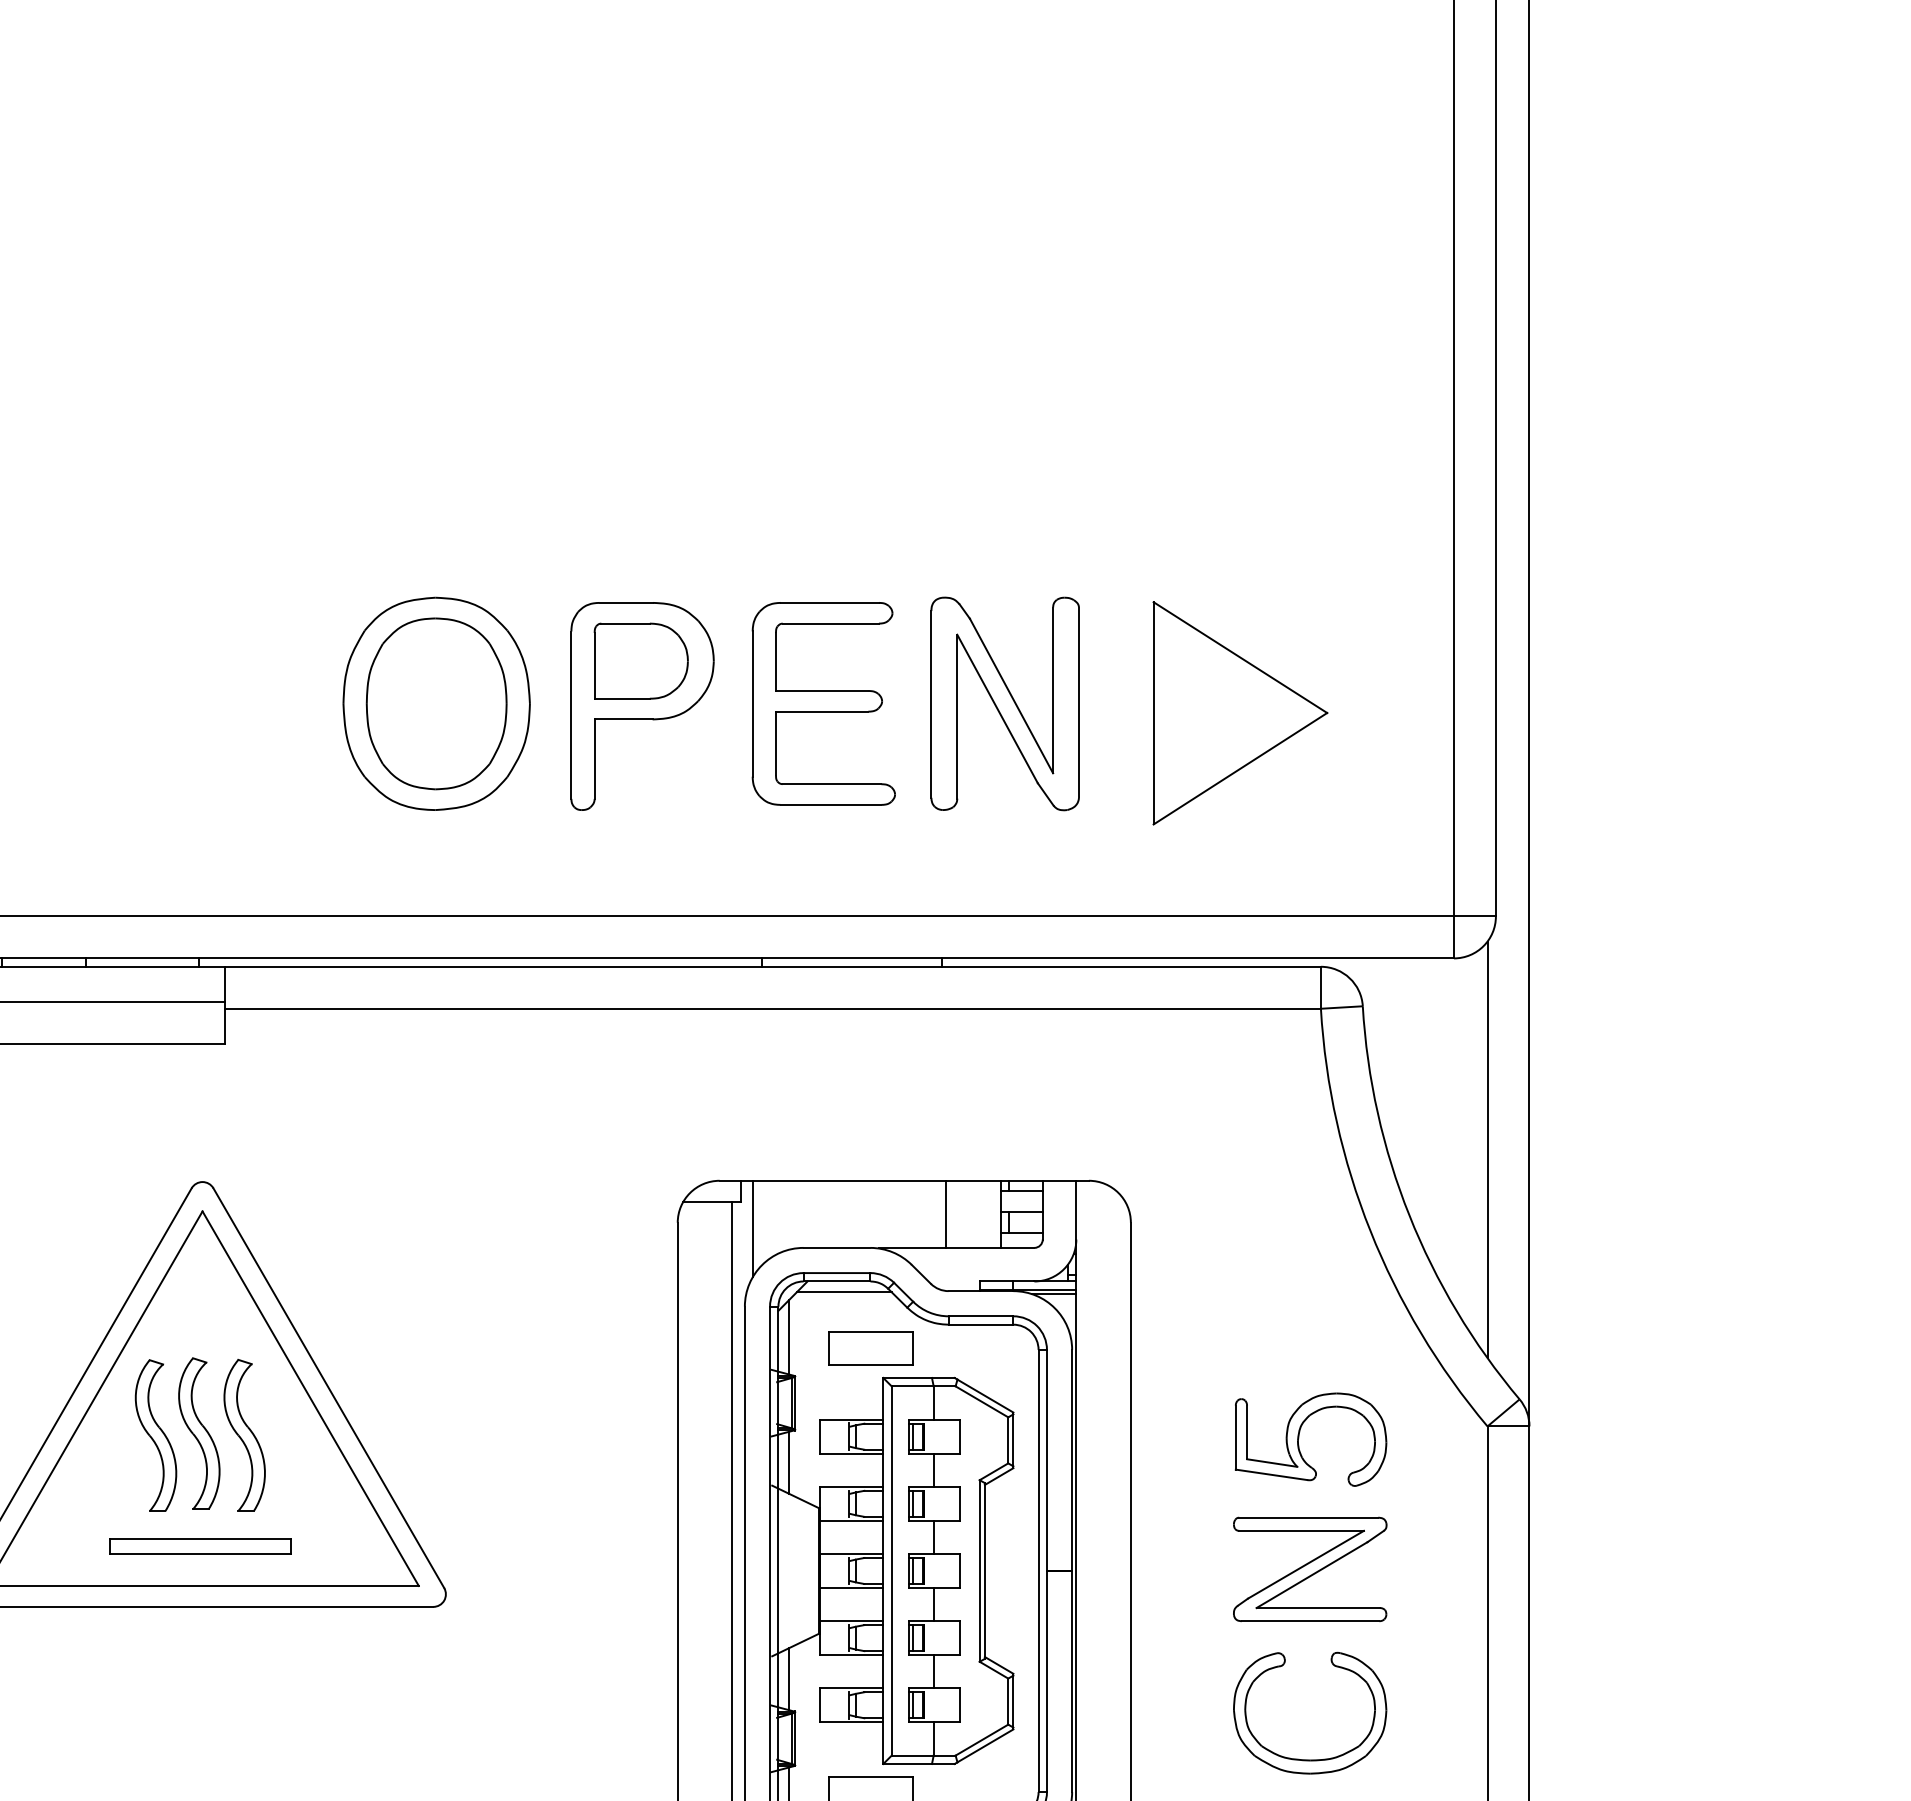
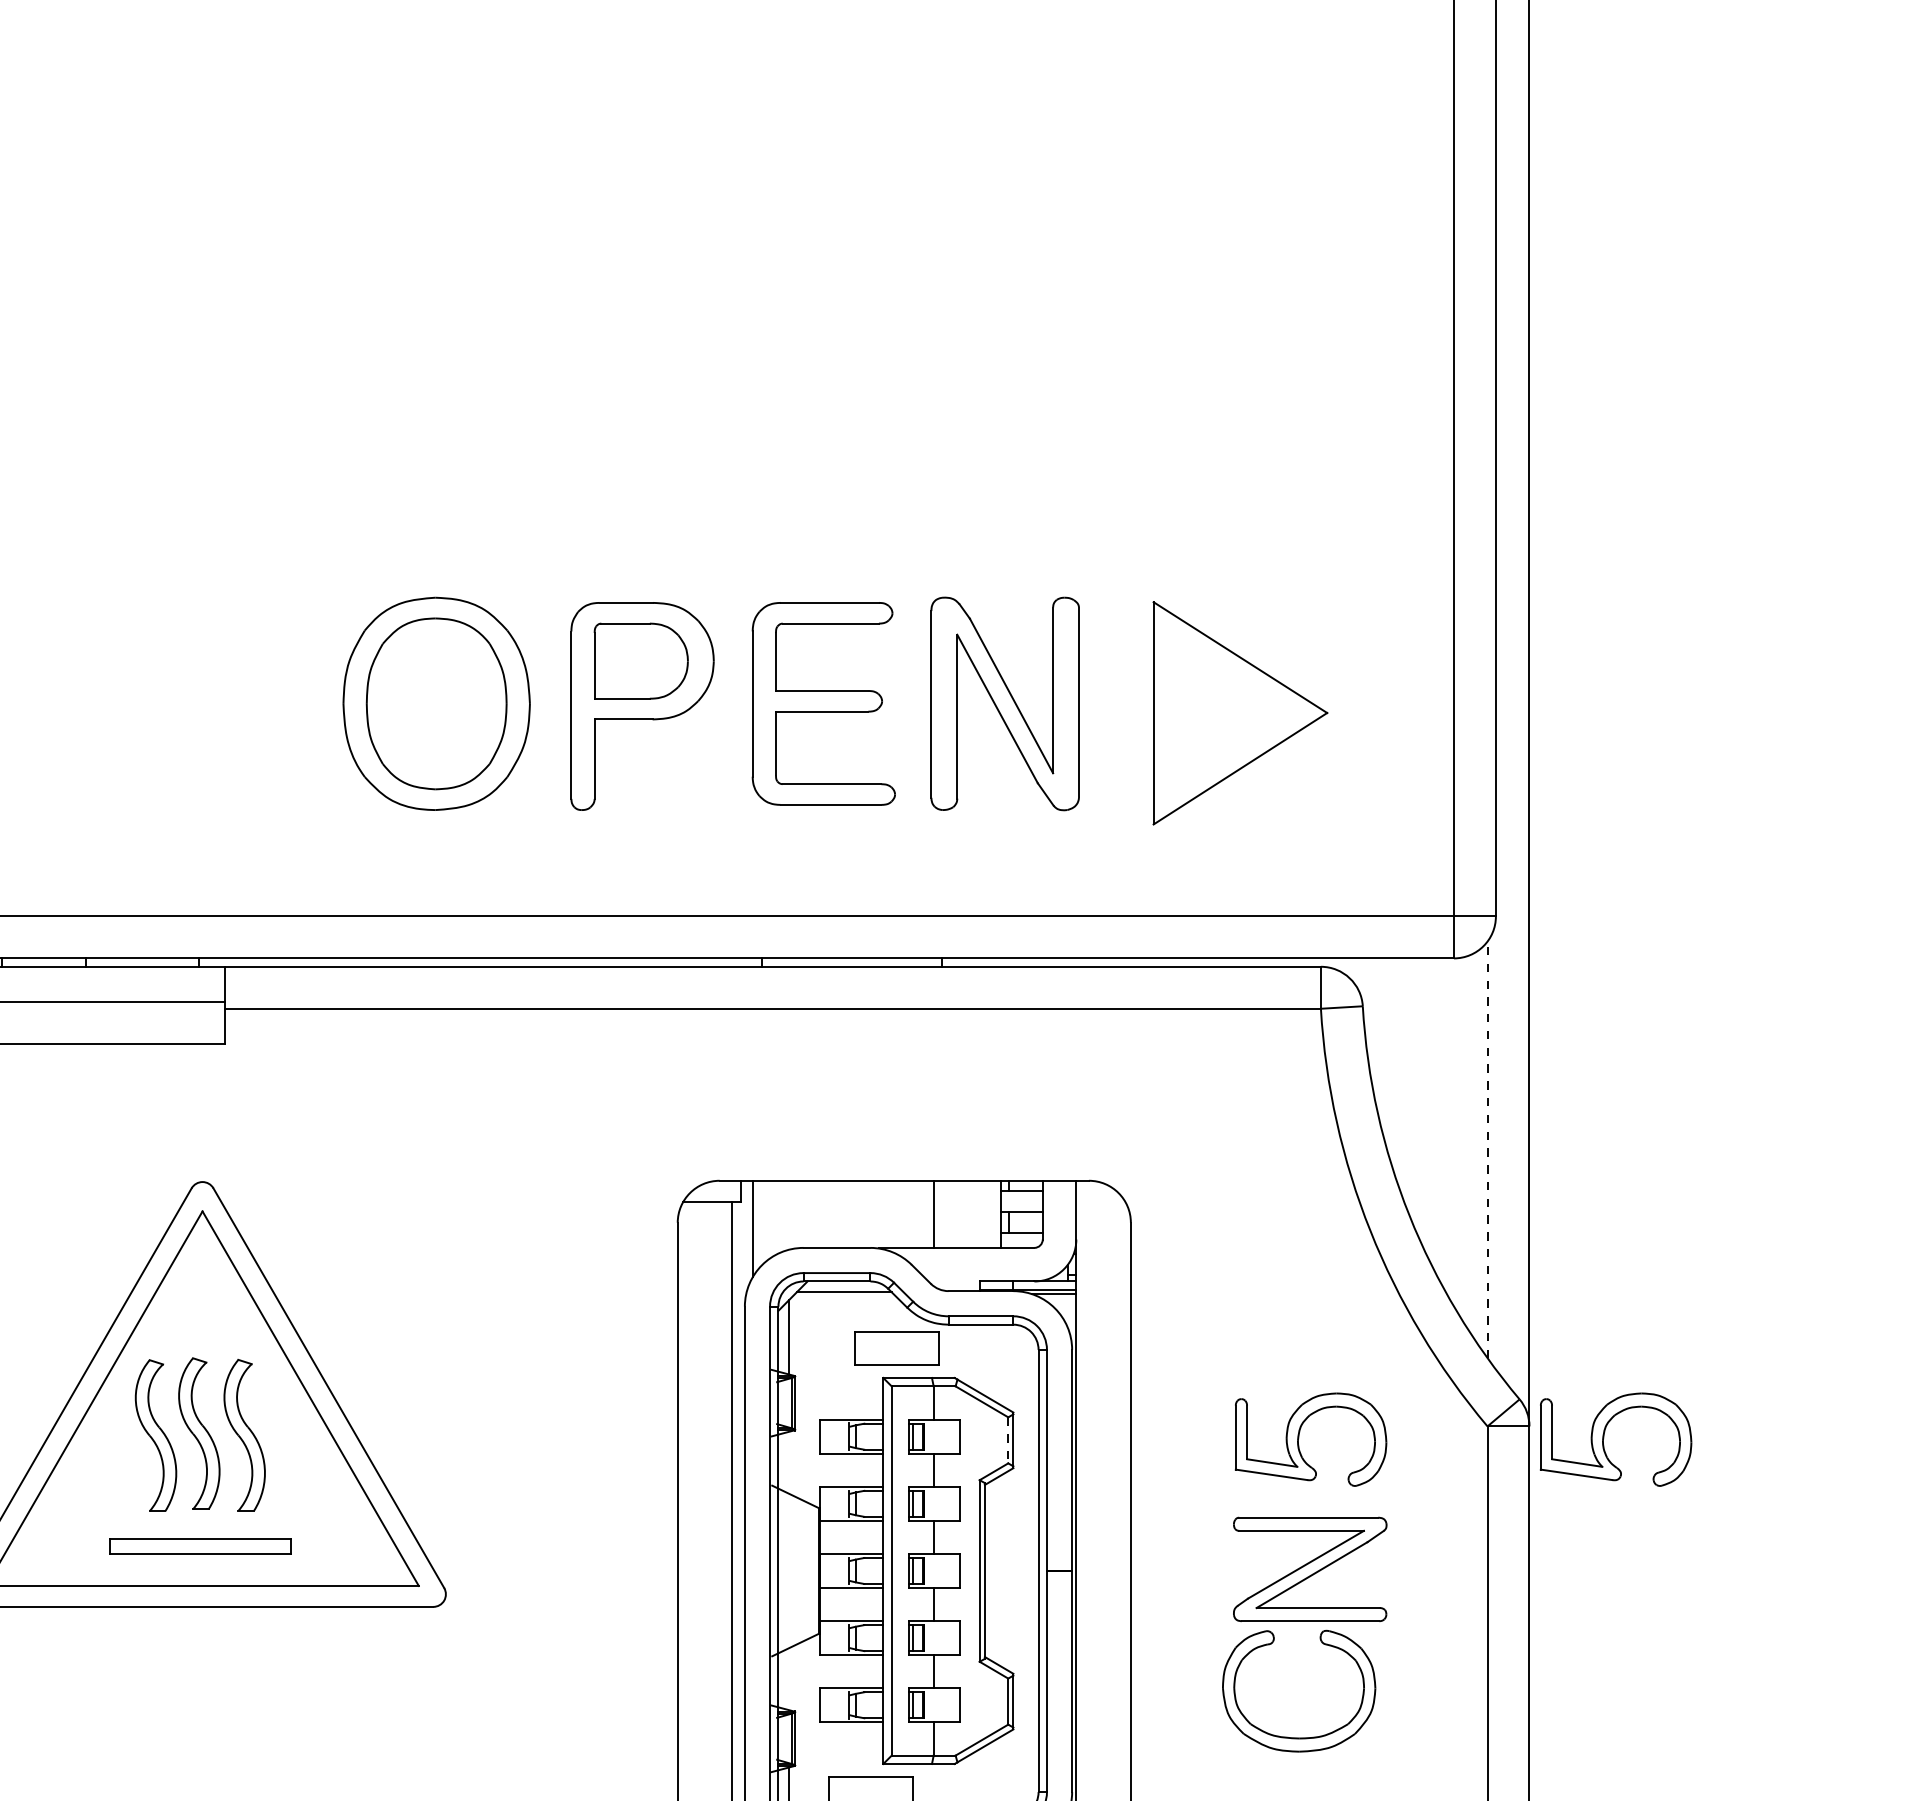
line at (1487, 1149): solid -> dashed
line at (946, 1213) position: (946, 1213) -> (934, 1213)
part at (870, 1348) position: (870, 1348) -> (896, 1348)
part at (1604, 1438): none -> present
line at (1008, 1440): solid -> dashed
line at (789, 1462): present -> none
line at (789, 1679): present -> none
part at (1310, 1759) position: (1310, 1759) -> (1299, 1737)
